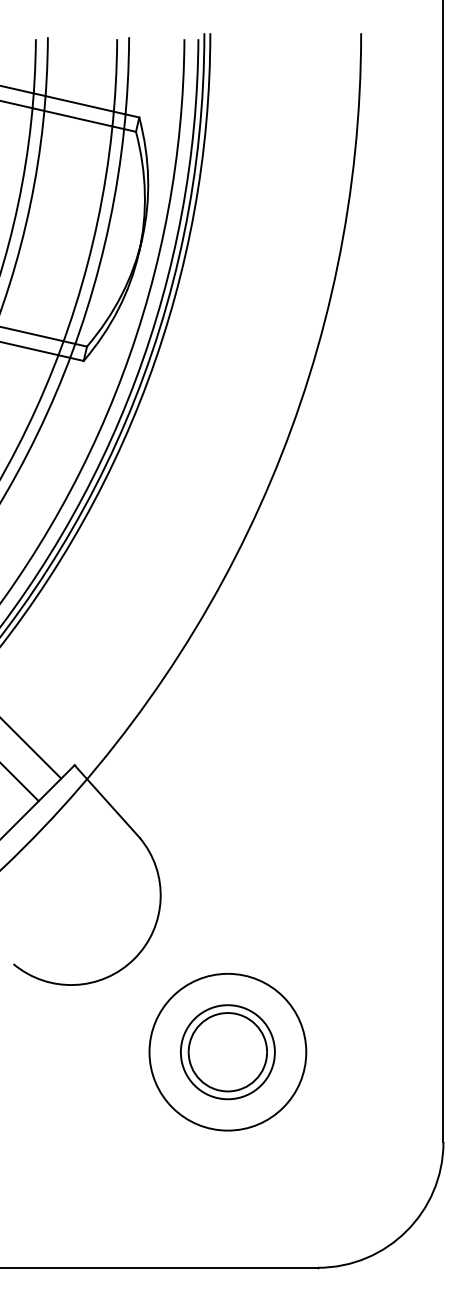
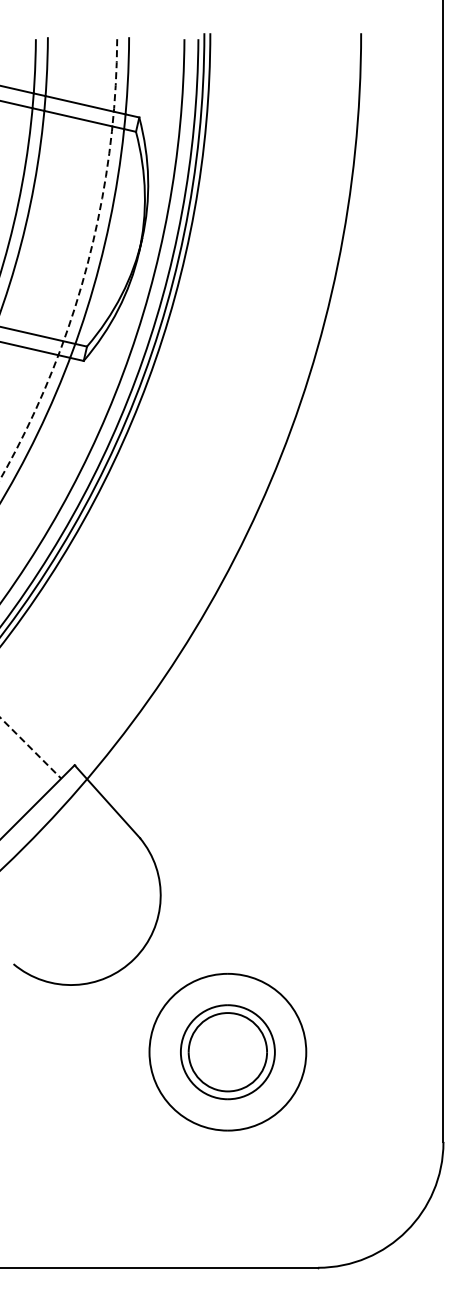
arc at (86, 266): solid -> dashed
line at (30, 748): solid -> dashed
line at (20, 782): present -> none
